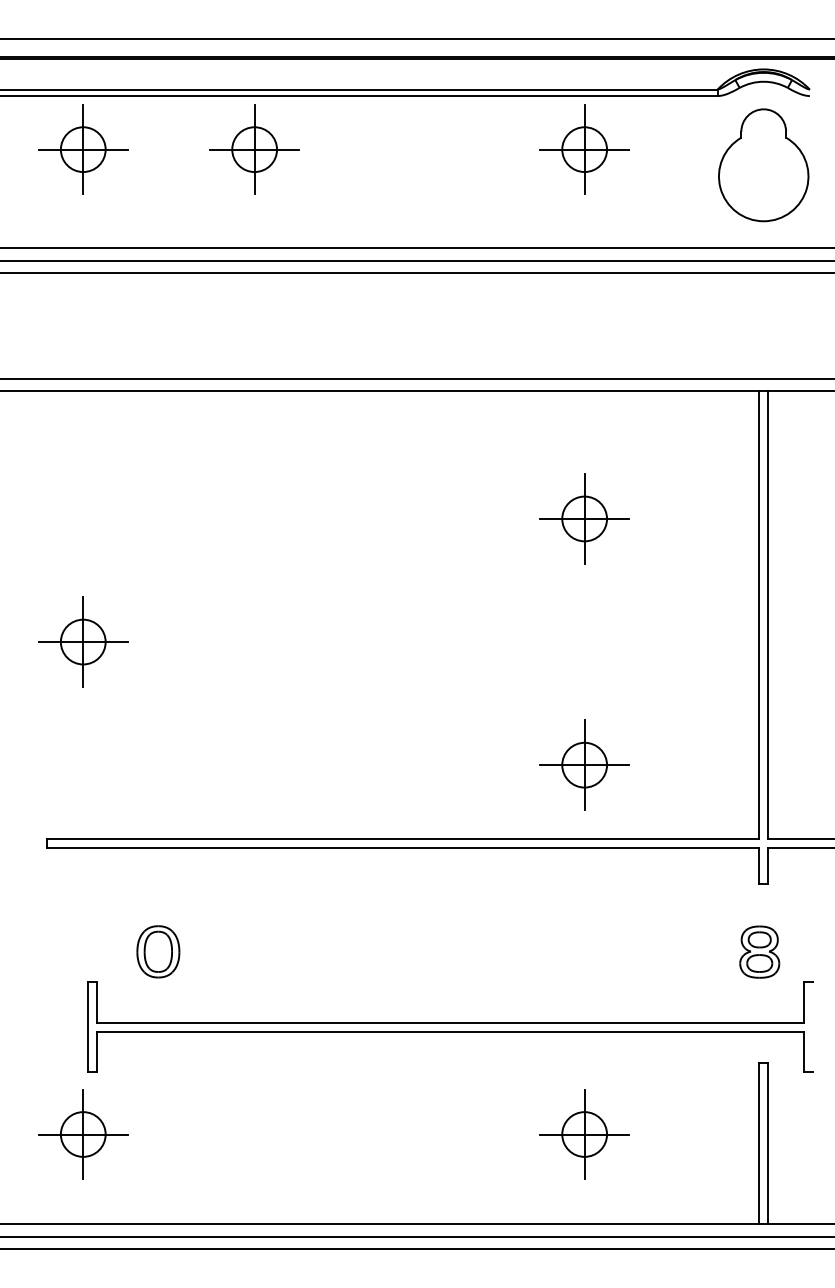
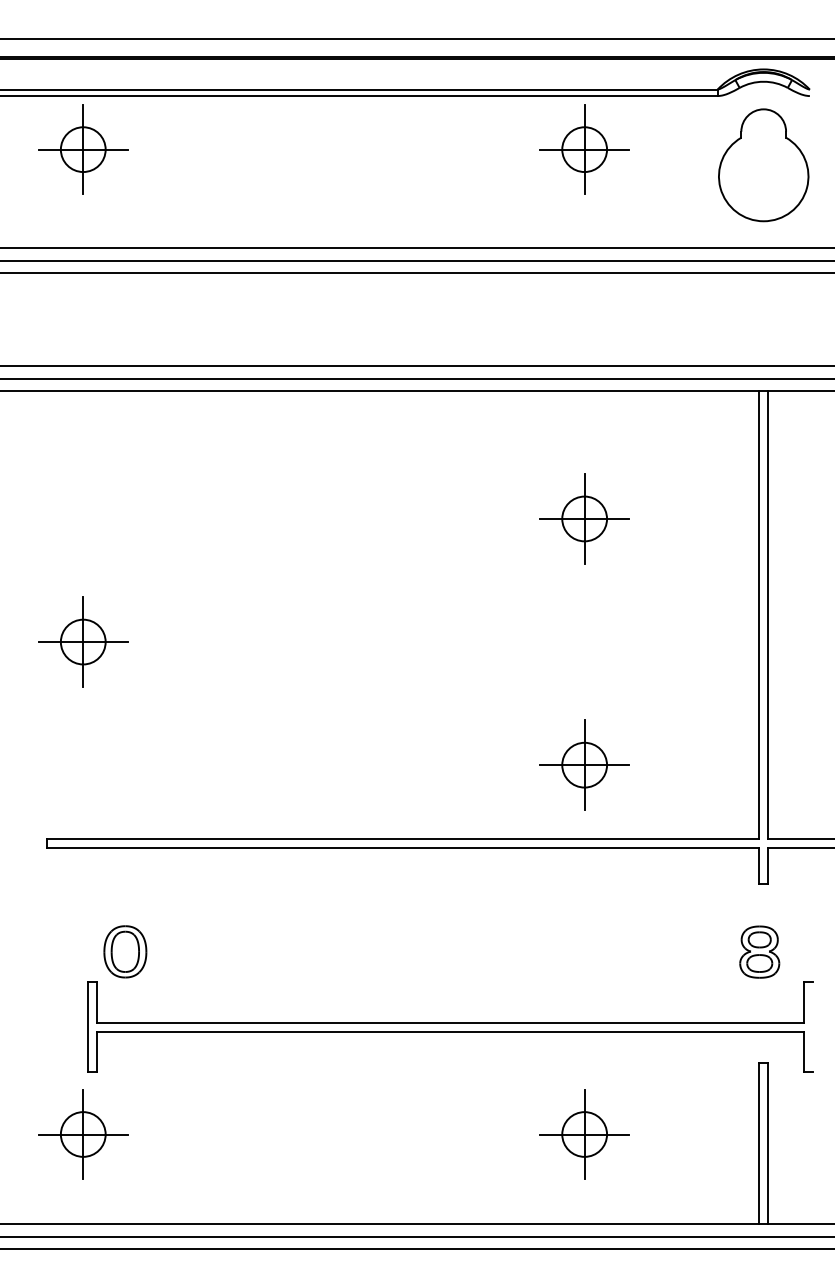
part at (254, 149): present -> none
line at (416, 366): none -> present
part at (158, 951) position: (158, 951) -> (125, 951)
